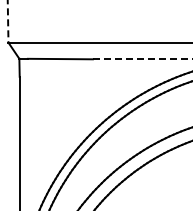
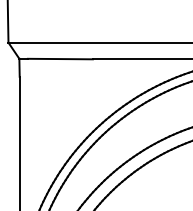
line at (8, 21): dashed -> solid
line at (142, 59): dashed -> solid
